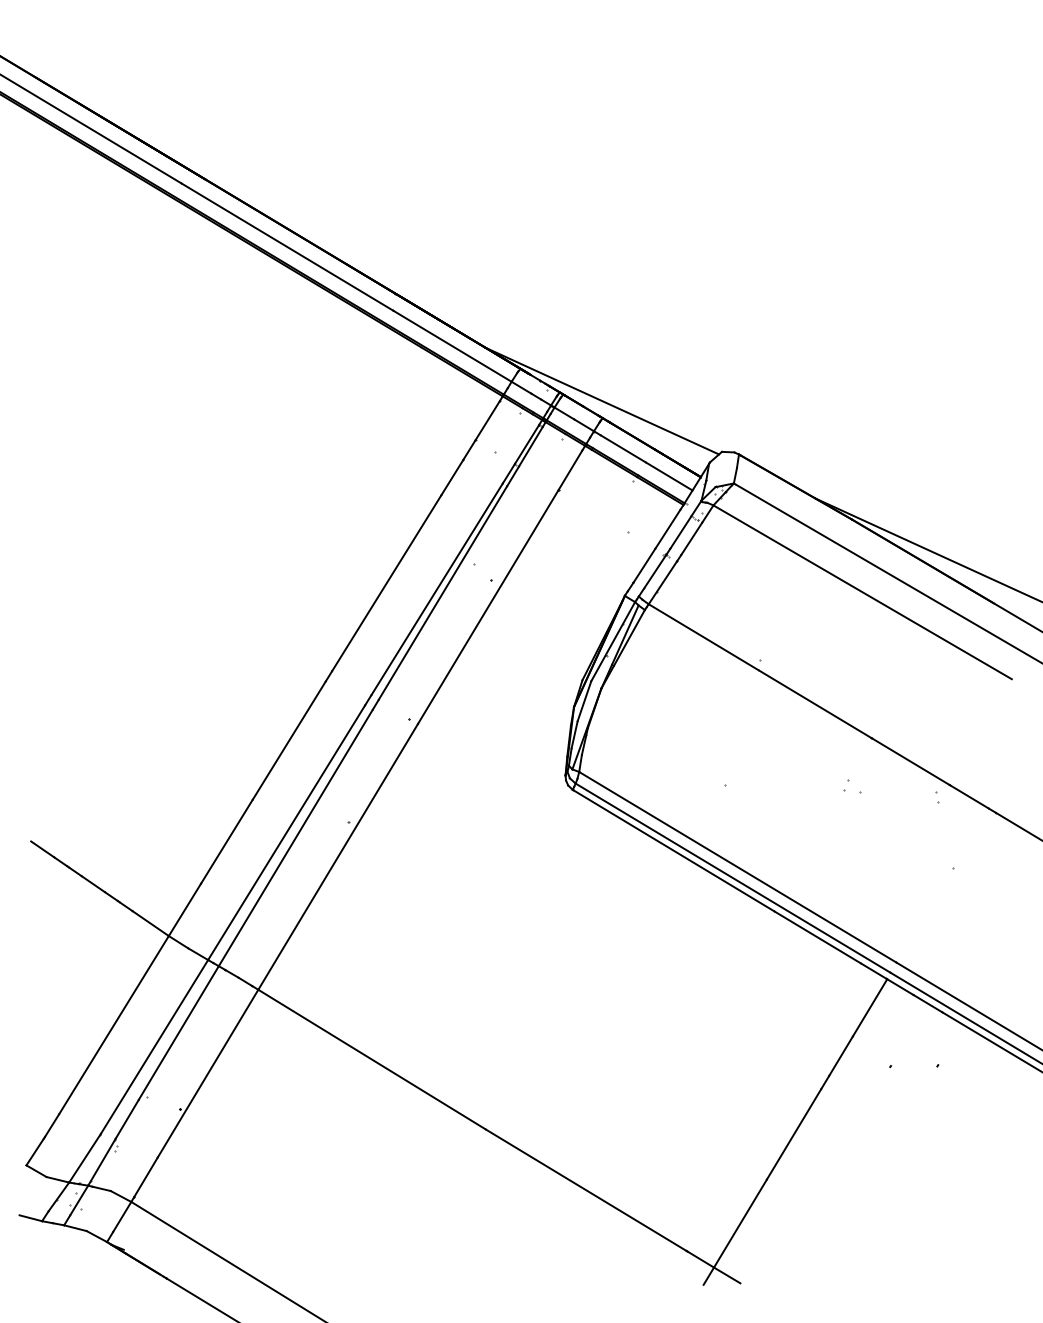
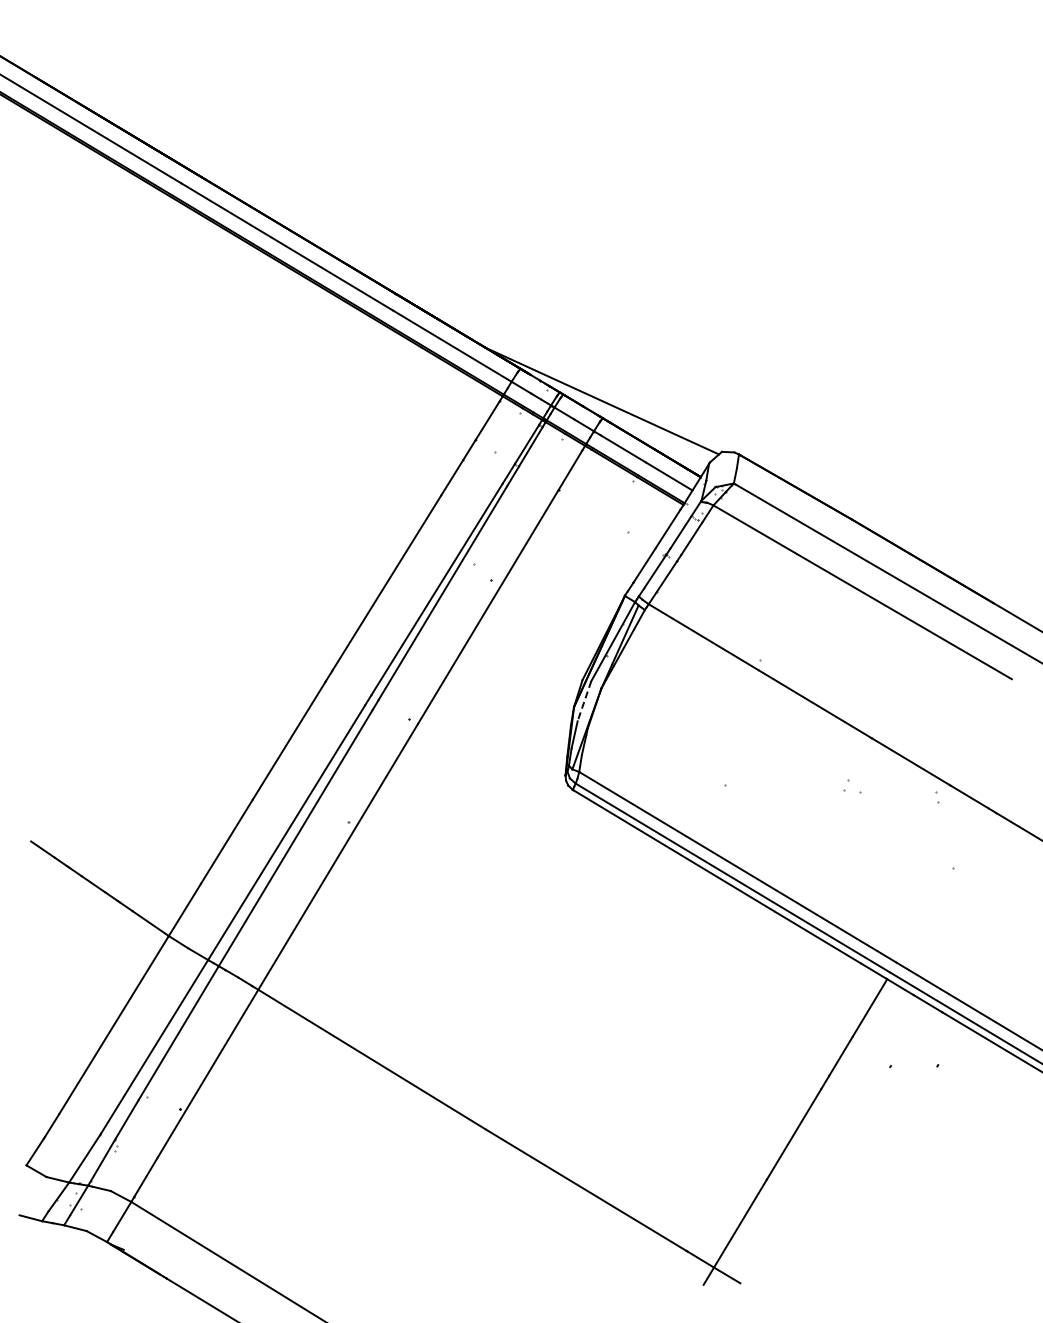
line at (927, 549): present -> none
line at (584, 701): solid -> dashed
